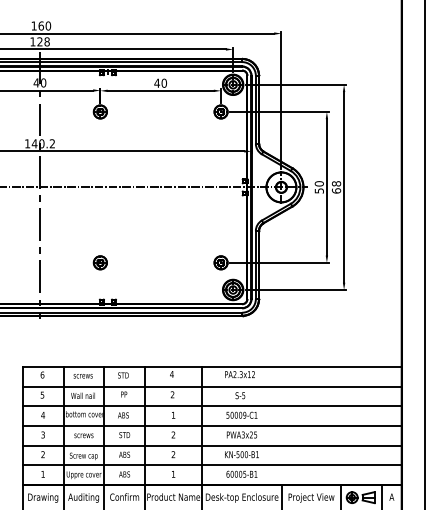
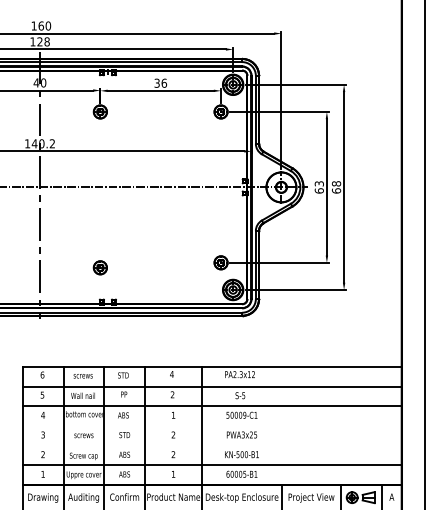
text at (160, 82): 40 -> 36
text at (318, 187): 50 -> 63
part at (99, 262) position: (99, 262) -> (99, 267)
line at (211, 426): present -> none
line at (211, 445): present -> none
